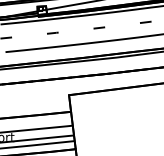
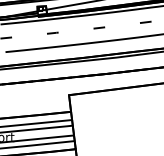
line at (37, 123): none -> present
